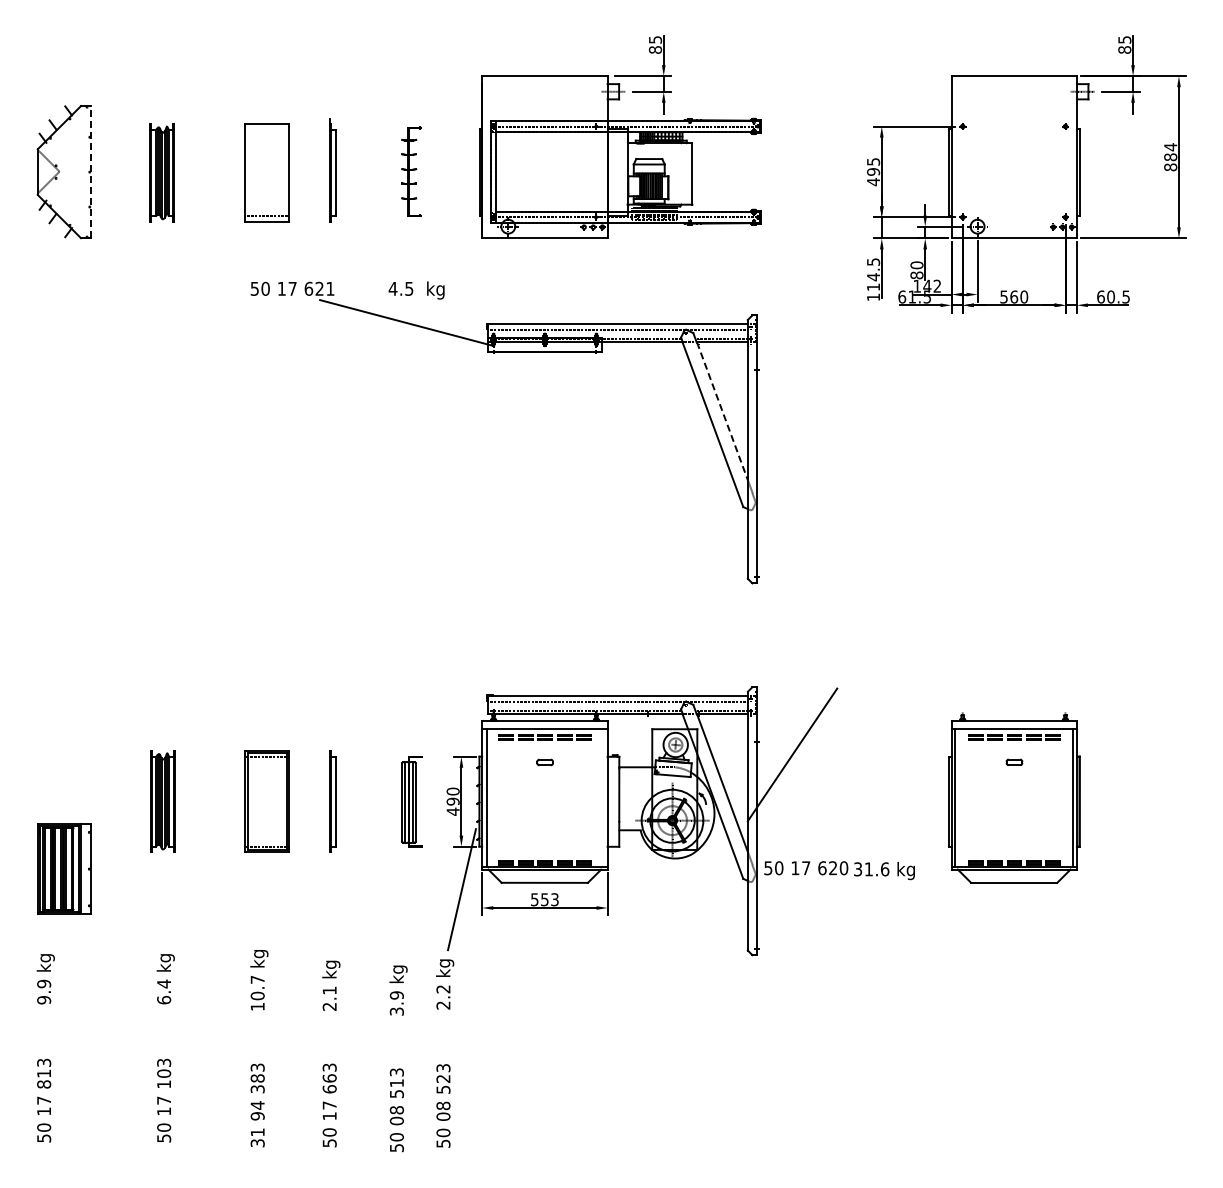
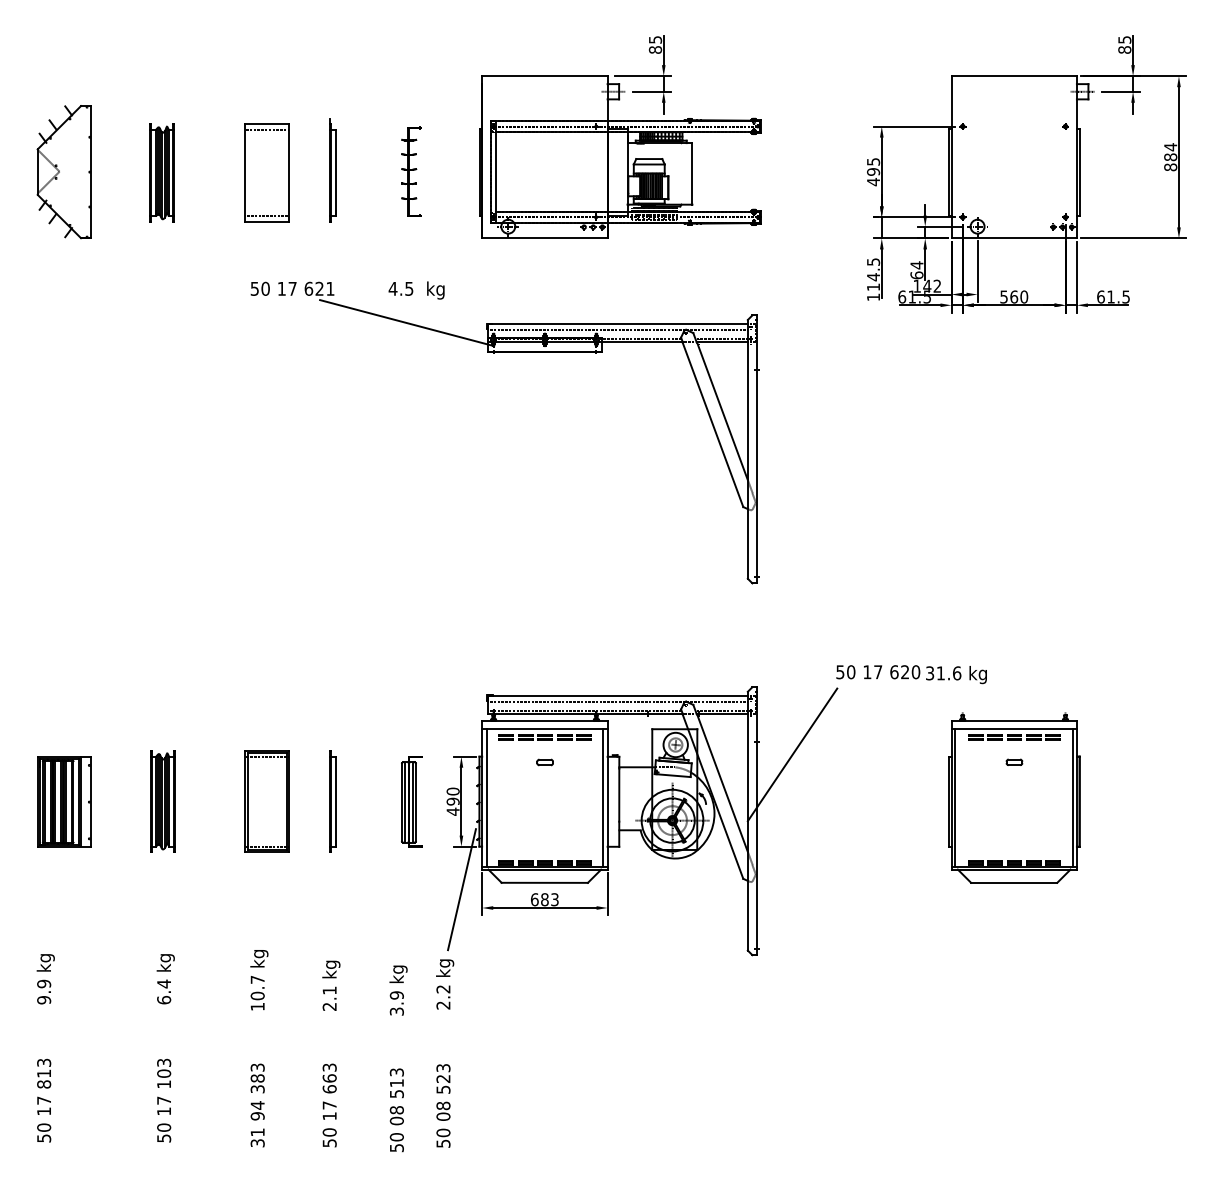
line at (267, 129): none -> present
line at (90, 171): dashed -> solid
text at (916, 270): 80 -> 64
text at (1110, 296): 60.5 -> 61.5
line at (722, 411): dashed -> solid
line at (602, 797): none -> present
part at (64, 868) position: (64, 868) -> (64, 801)
text at (839, 870) position: (839, 870) -> (911, 674)
text at (539, 899): 553 -> 683
